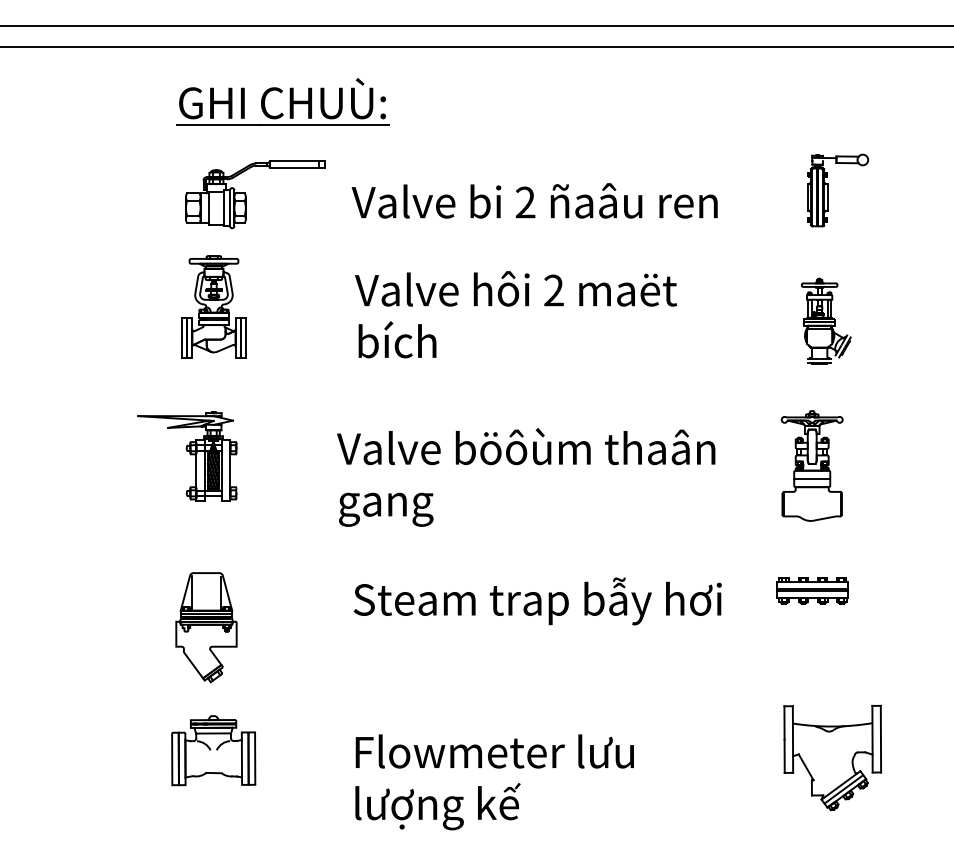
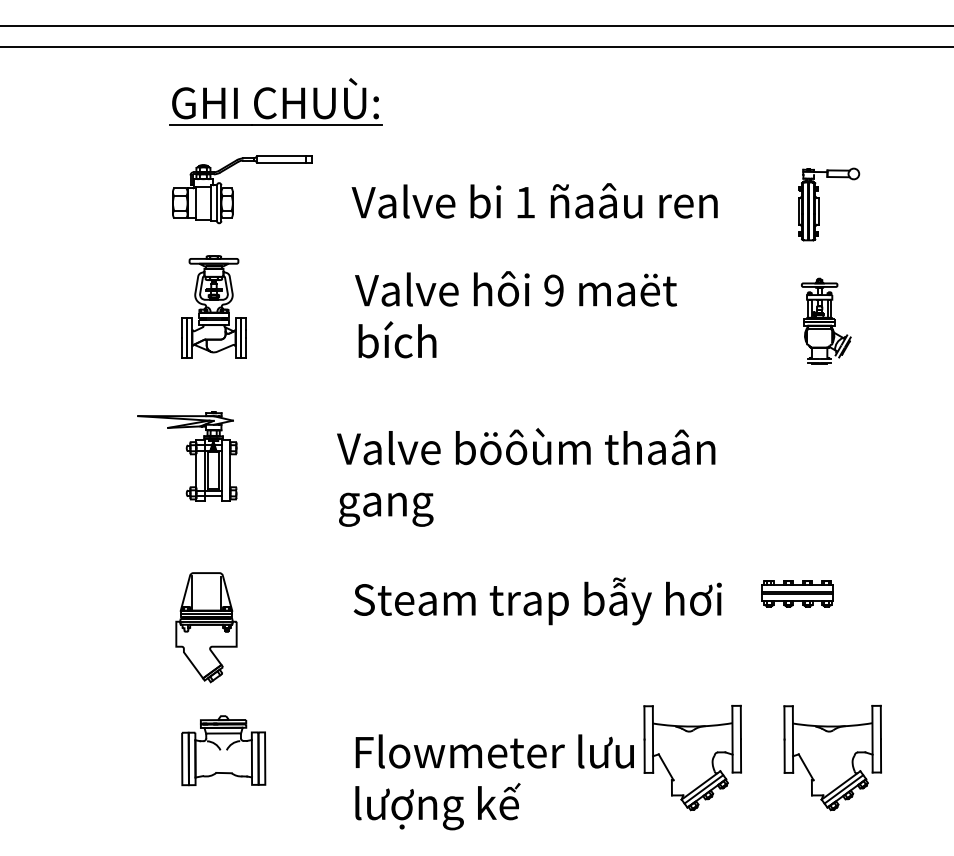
part at (289, 101) position: (289, 101) -> (282, 101)
part at (828, 190) position: (828, 190) -> (819, 204)
part at (246, 194) position: (246, 194) -> (233, 189)
text at (525, 202): 2 -> 1
text at (553, 290): 2 -> 9
part at (811, 465): present -> none
hatch at (213, 470): present -> none
part at (812, 590) position: (812, 590) -> (797, 593)
part at (213, 750) position: (213, 750) -> (223, 750)
part at (692, 757): none -> present
